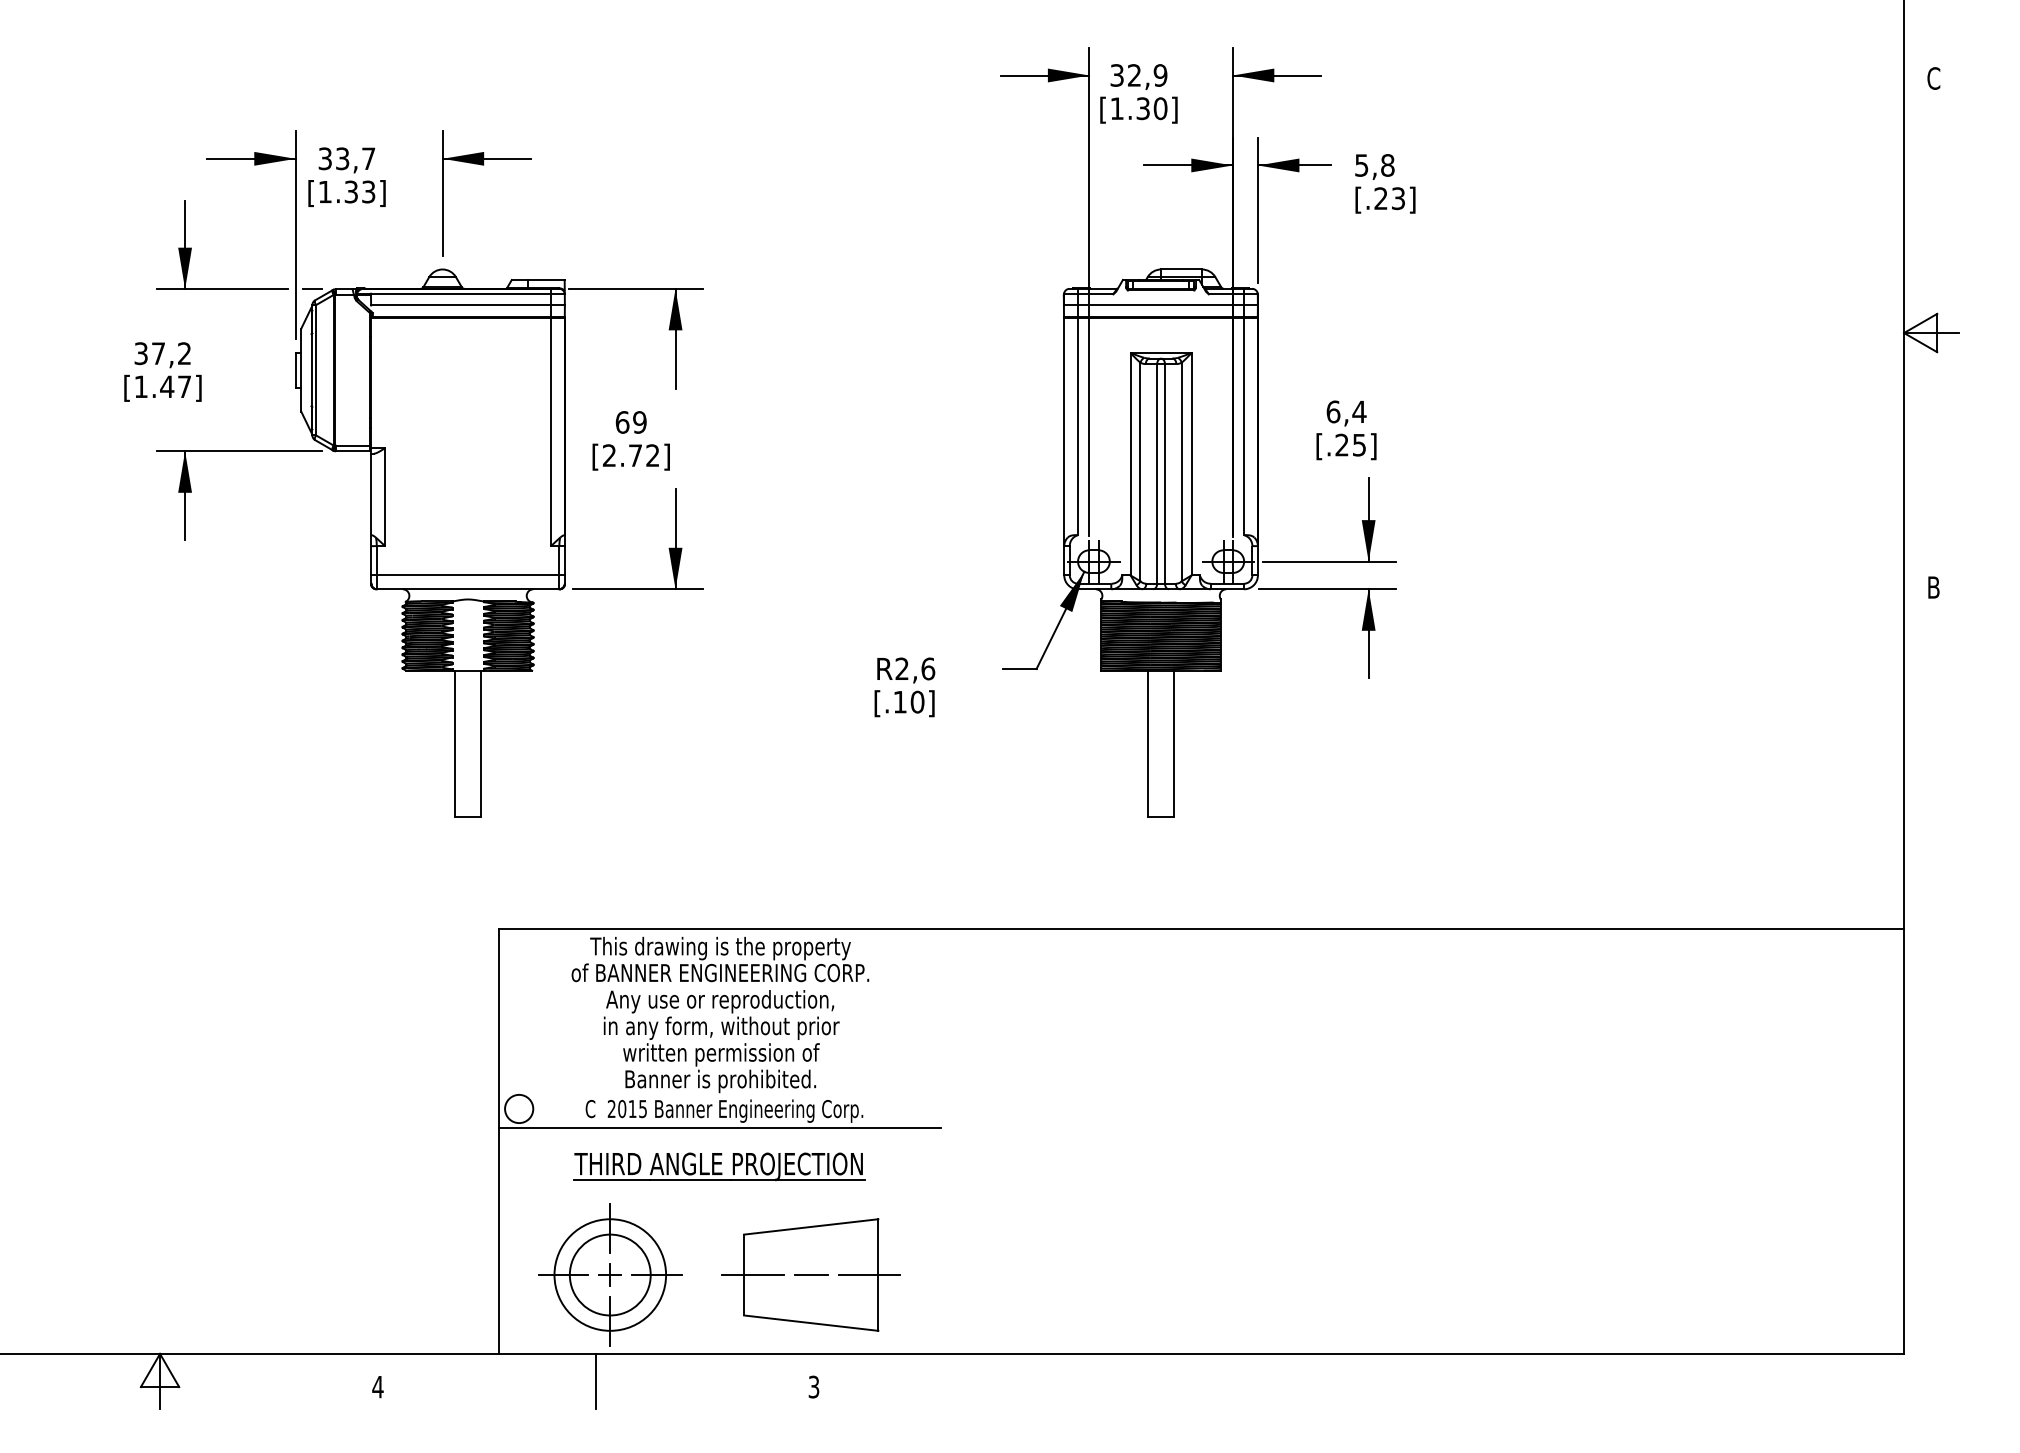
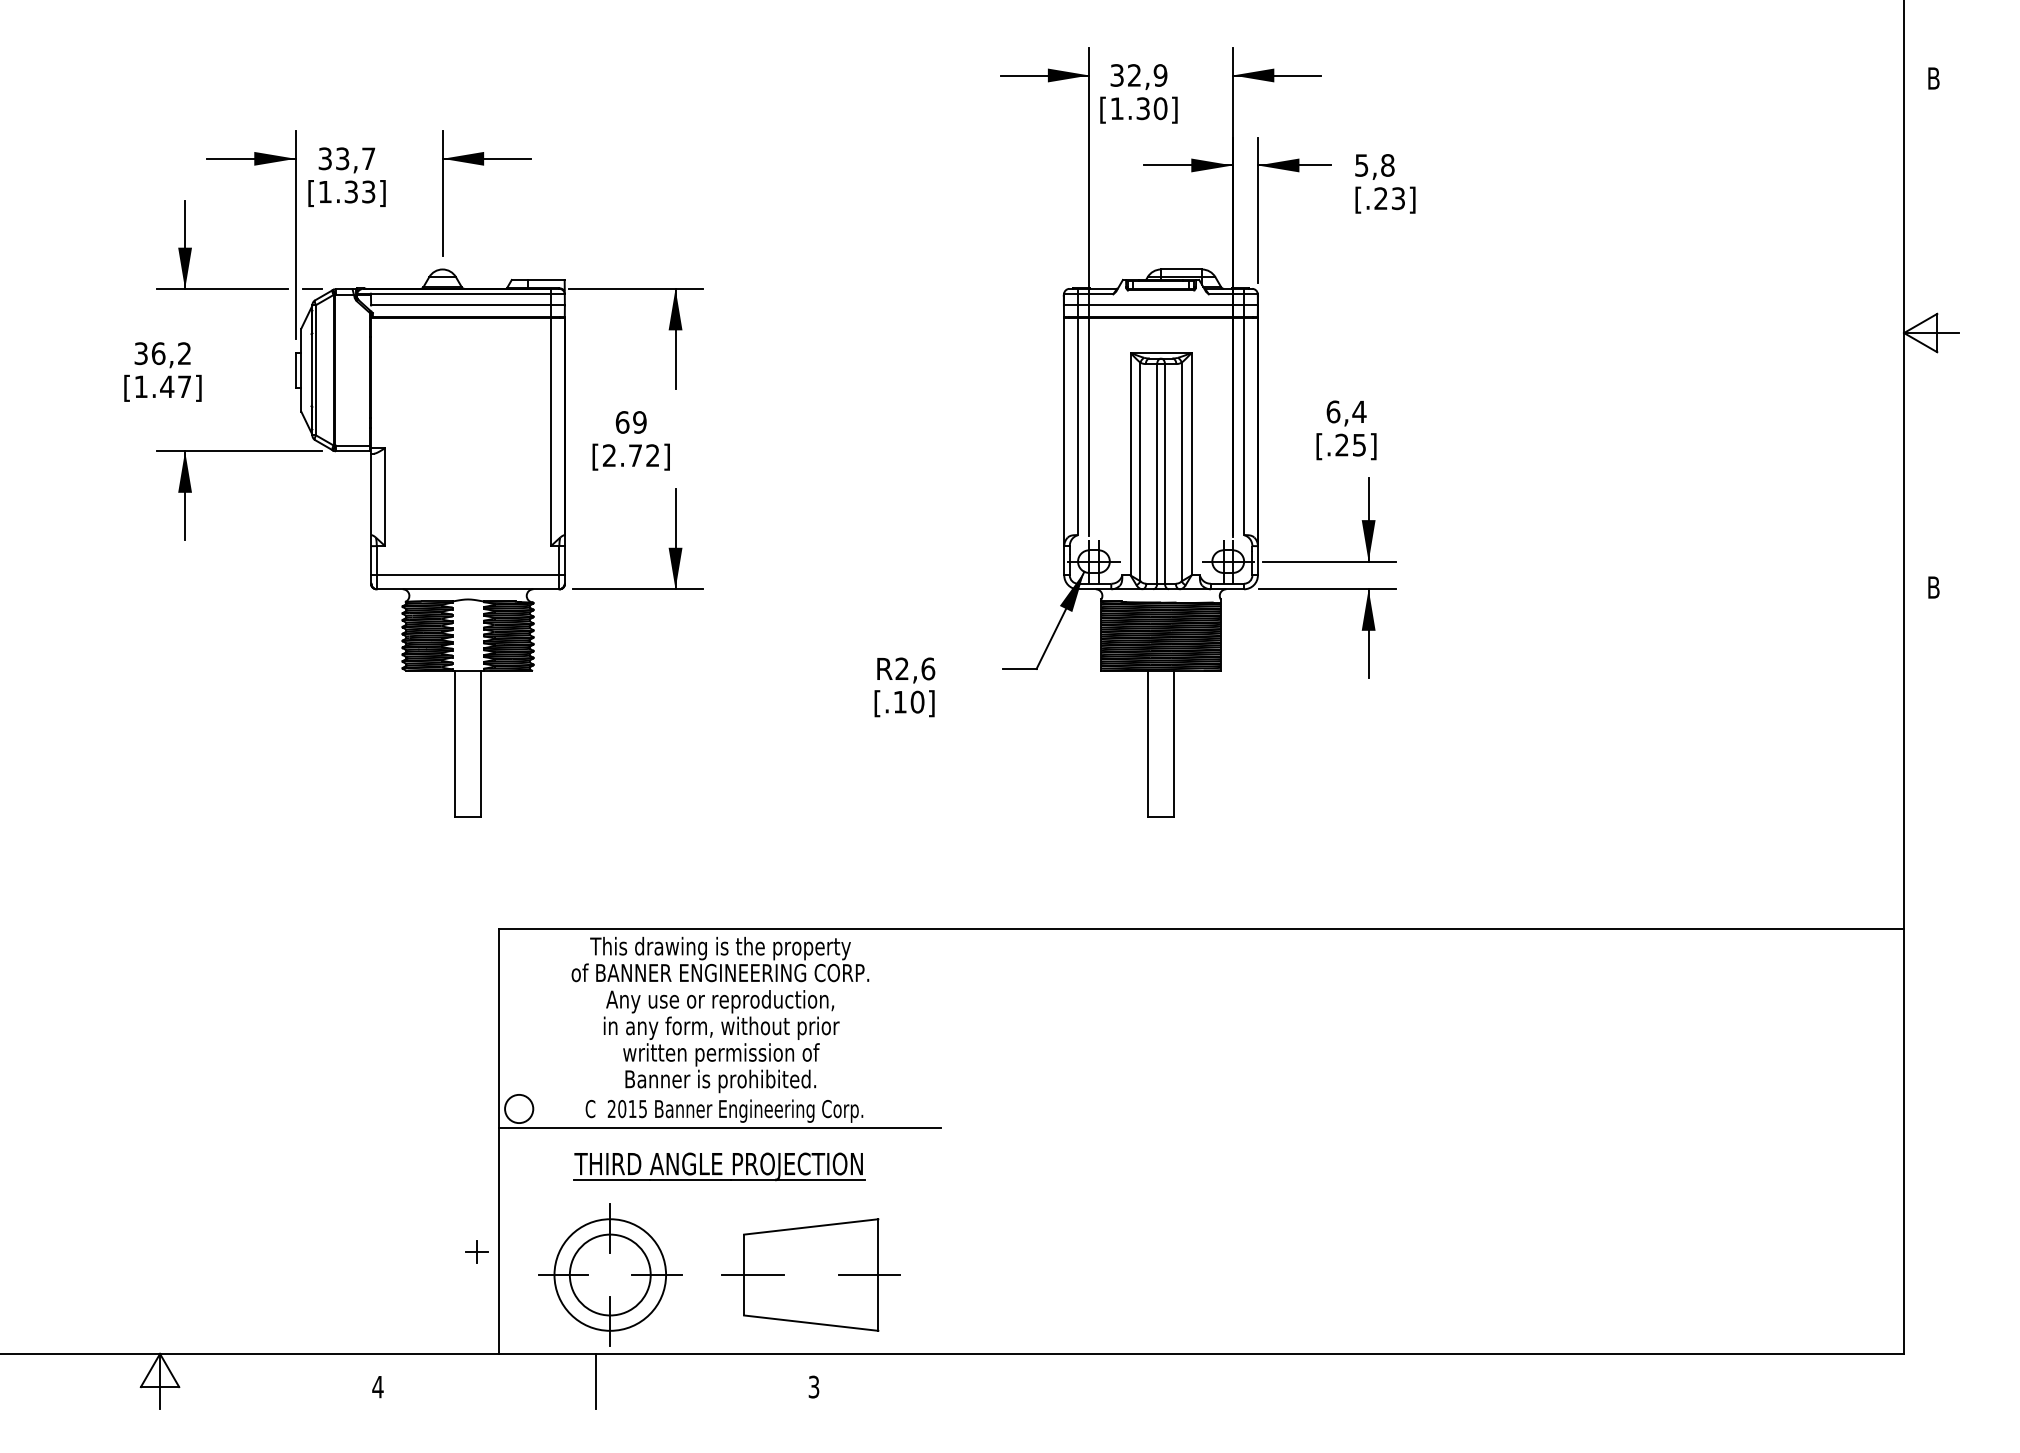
text at (1933, 78): C -> B
text at (158, 353): 37,2 -> 36,2
part at (609, 1274) position: (609, 1274) -> (476, 1251)
line at (810, 1275): present -> none
